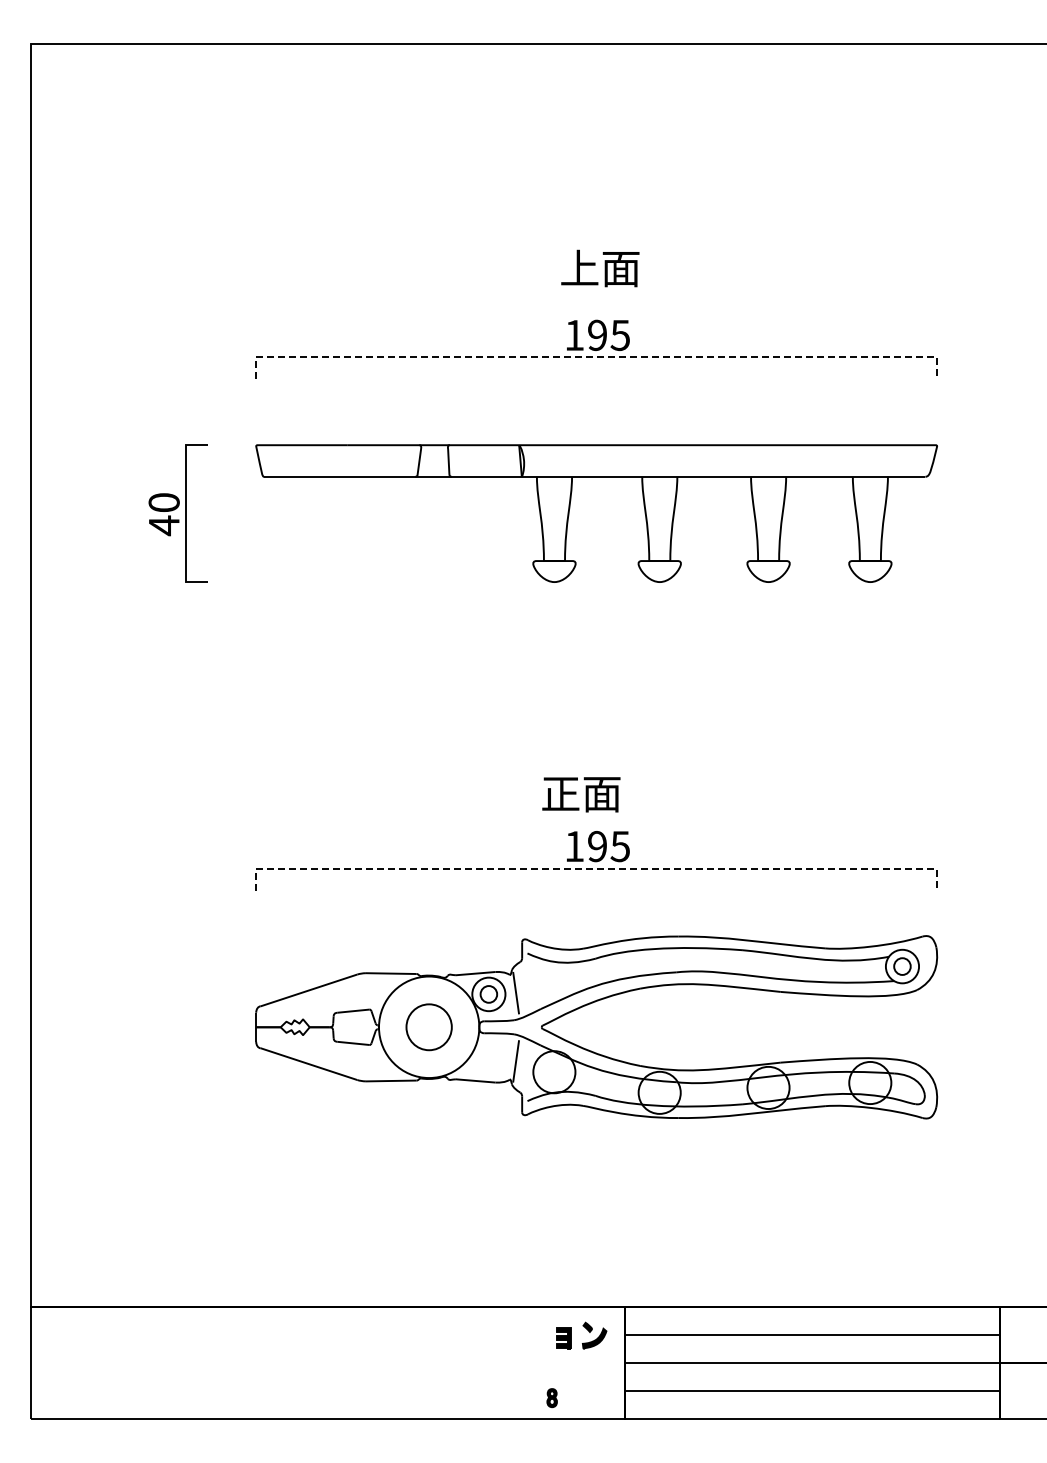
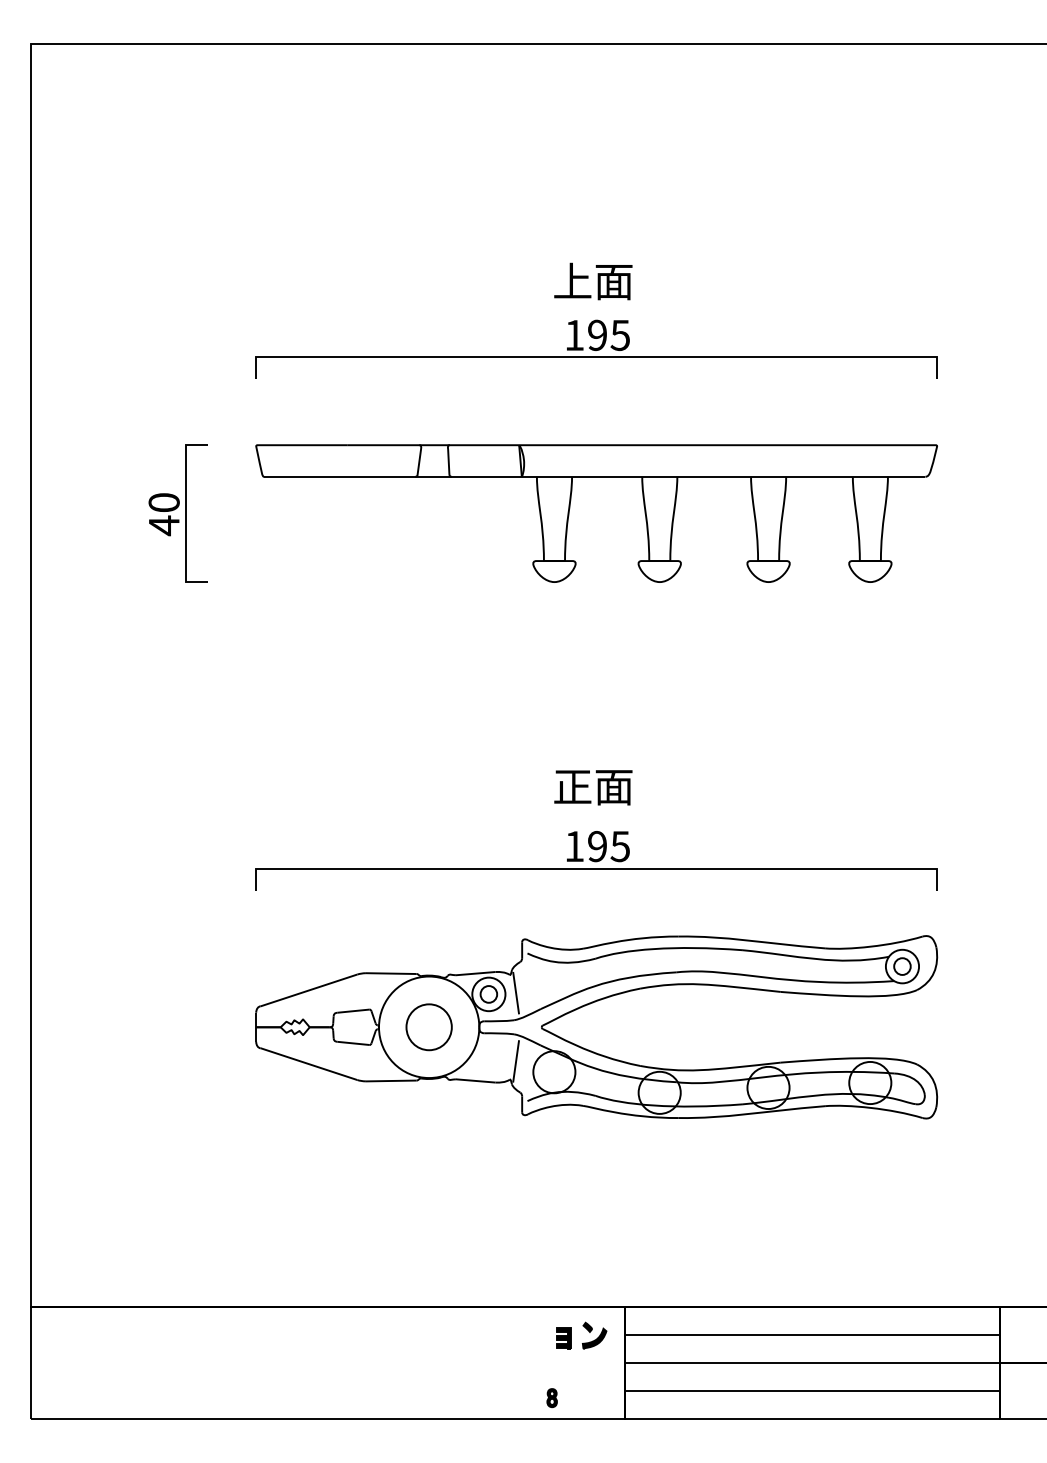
text at (600, 268) position: (600, 268) -> (593, 281)
line at (597, 356): dashed -> solid
text at (581, 794) position: (581, 794) -> (593, 787)
line at (597, 869): dashed -> solid
